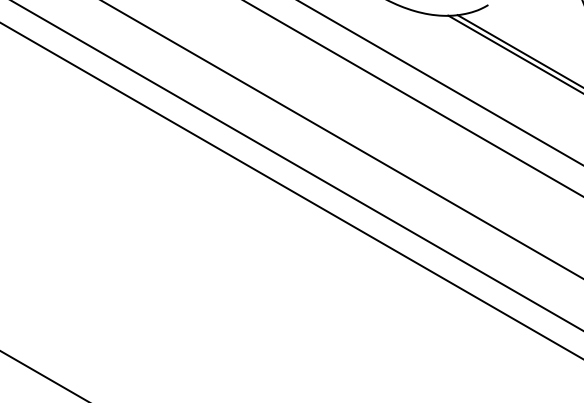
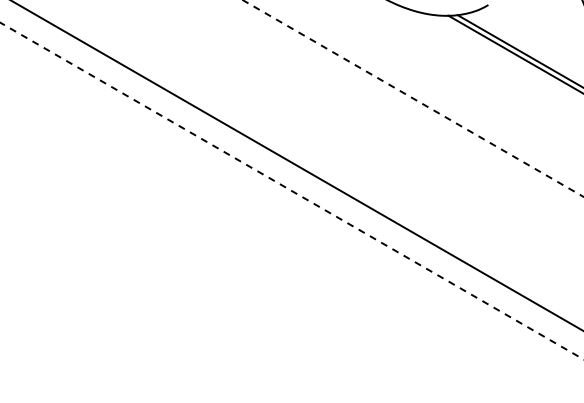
line at (440, 82): present -> none
line at (413, 98): solid -> dashed
line at (341, 139): present -> none
line at (291, 190): solid -> dashed
line at (43, 375): present -> none
